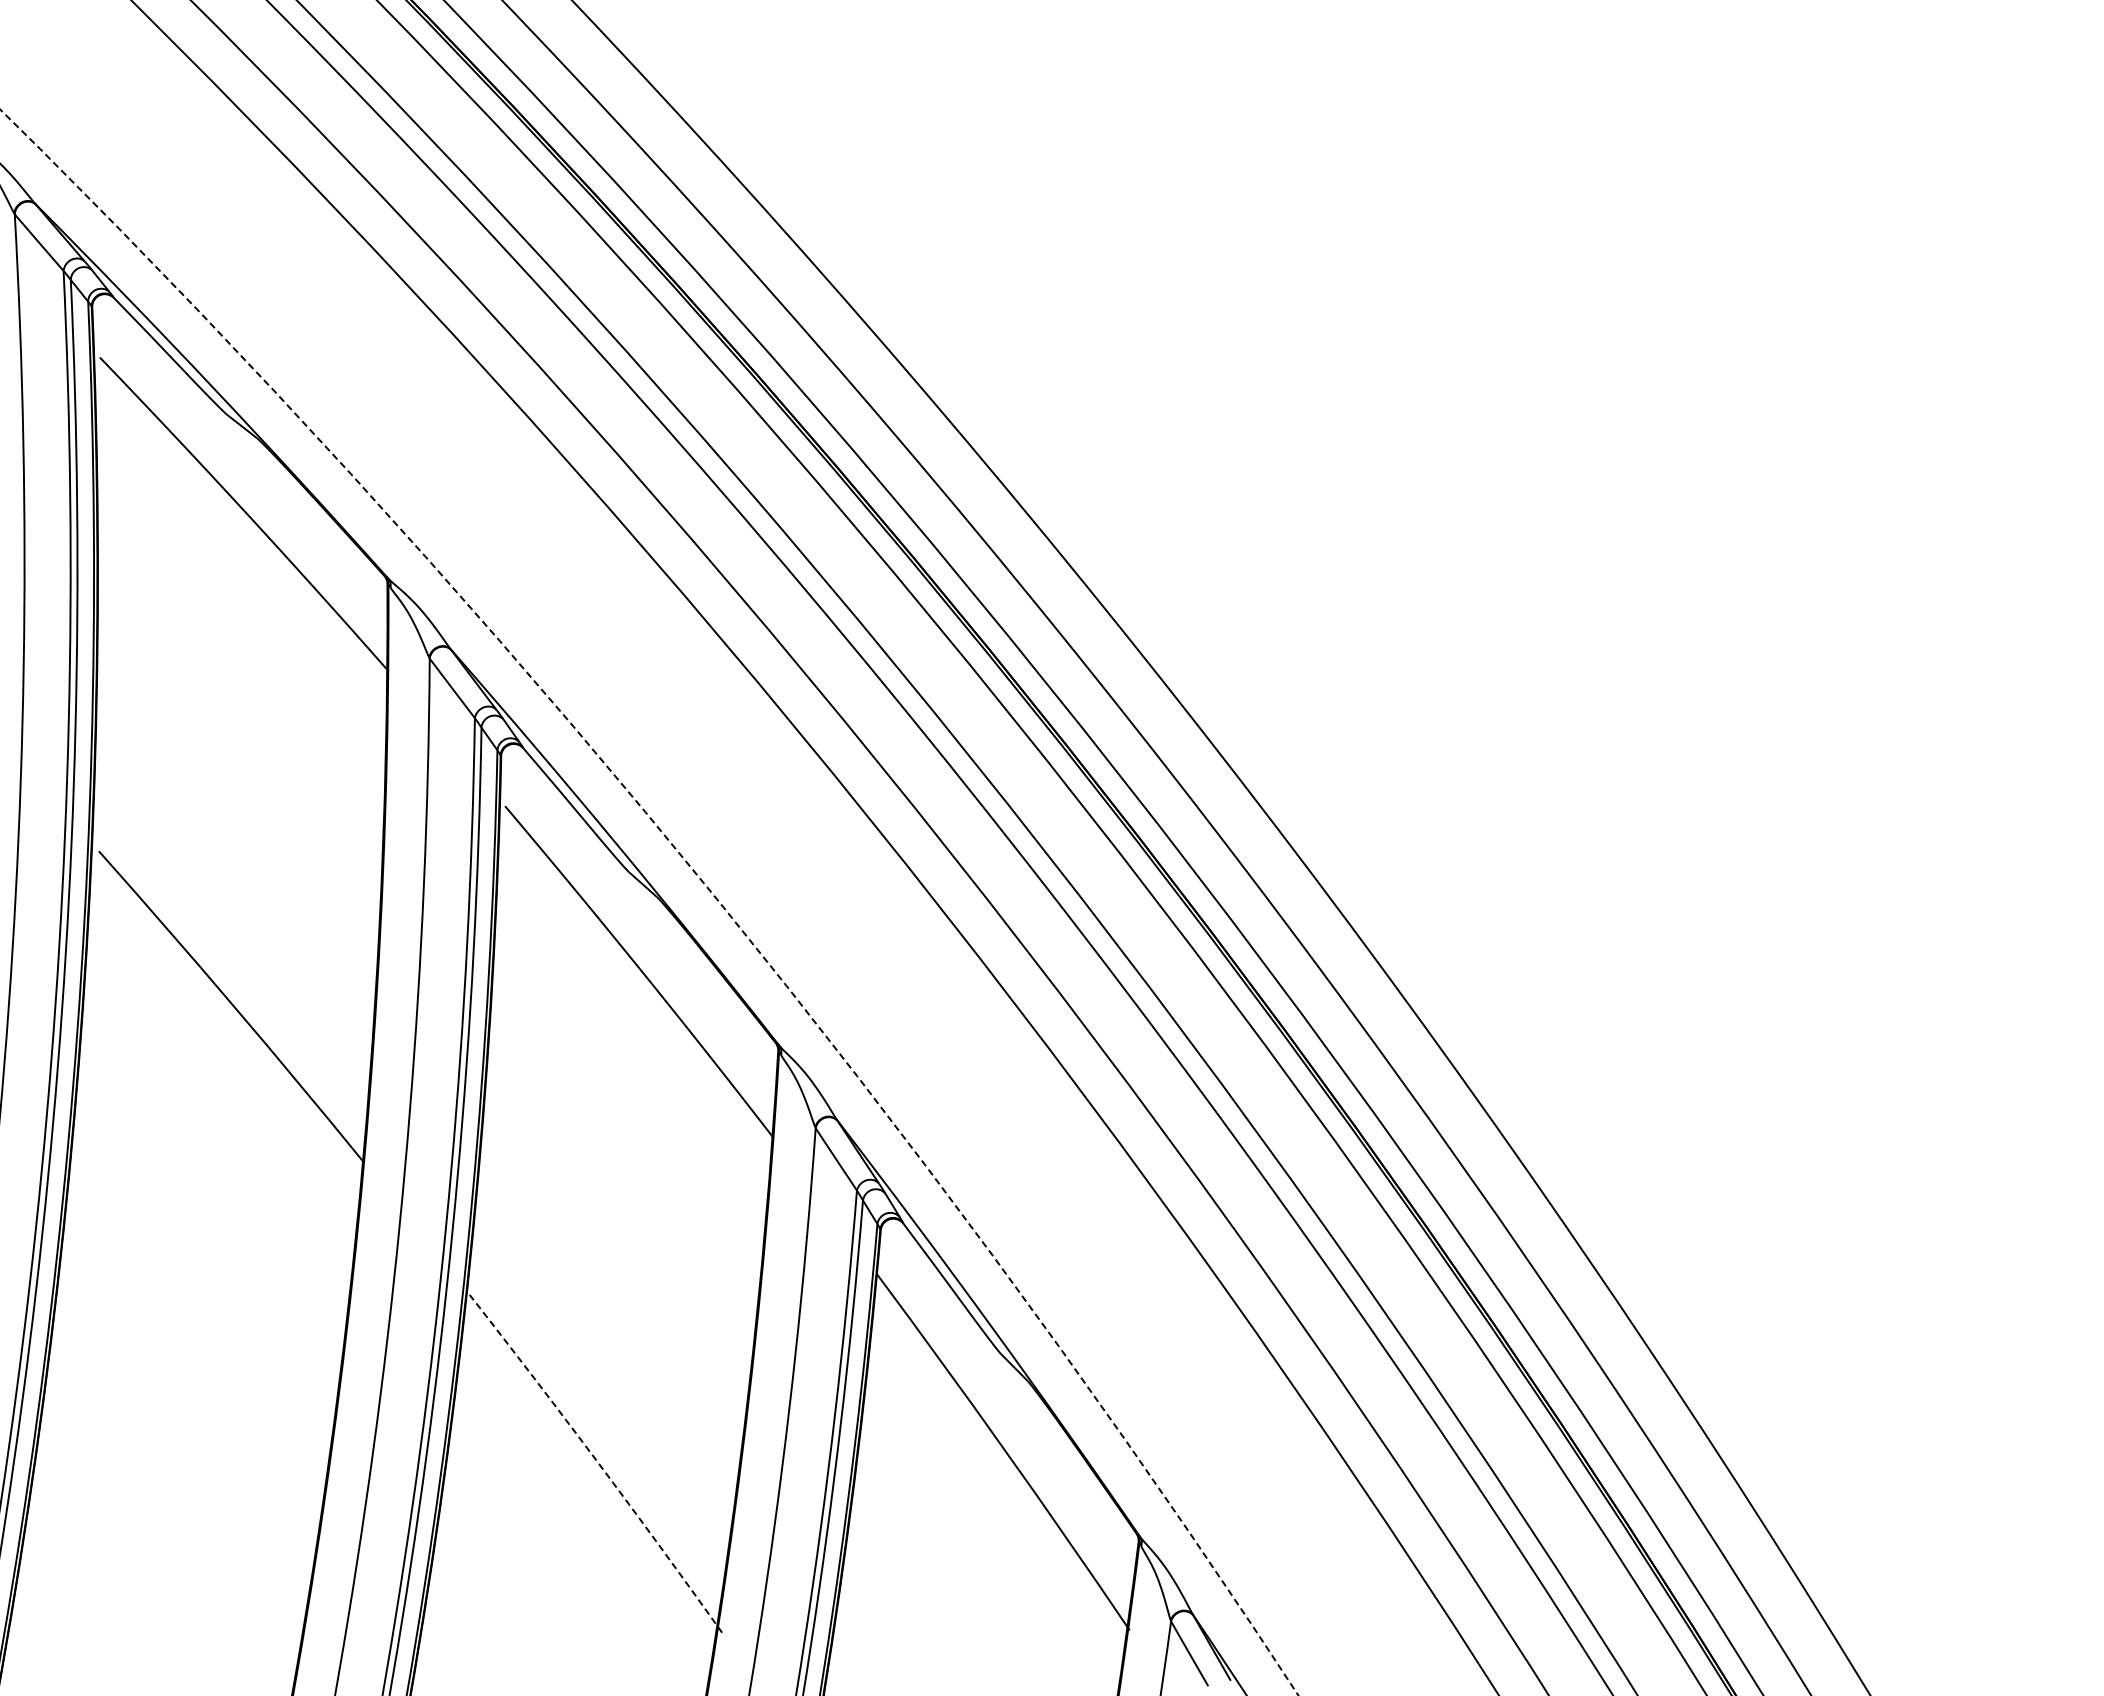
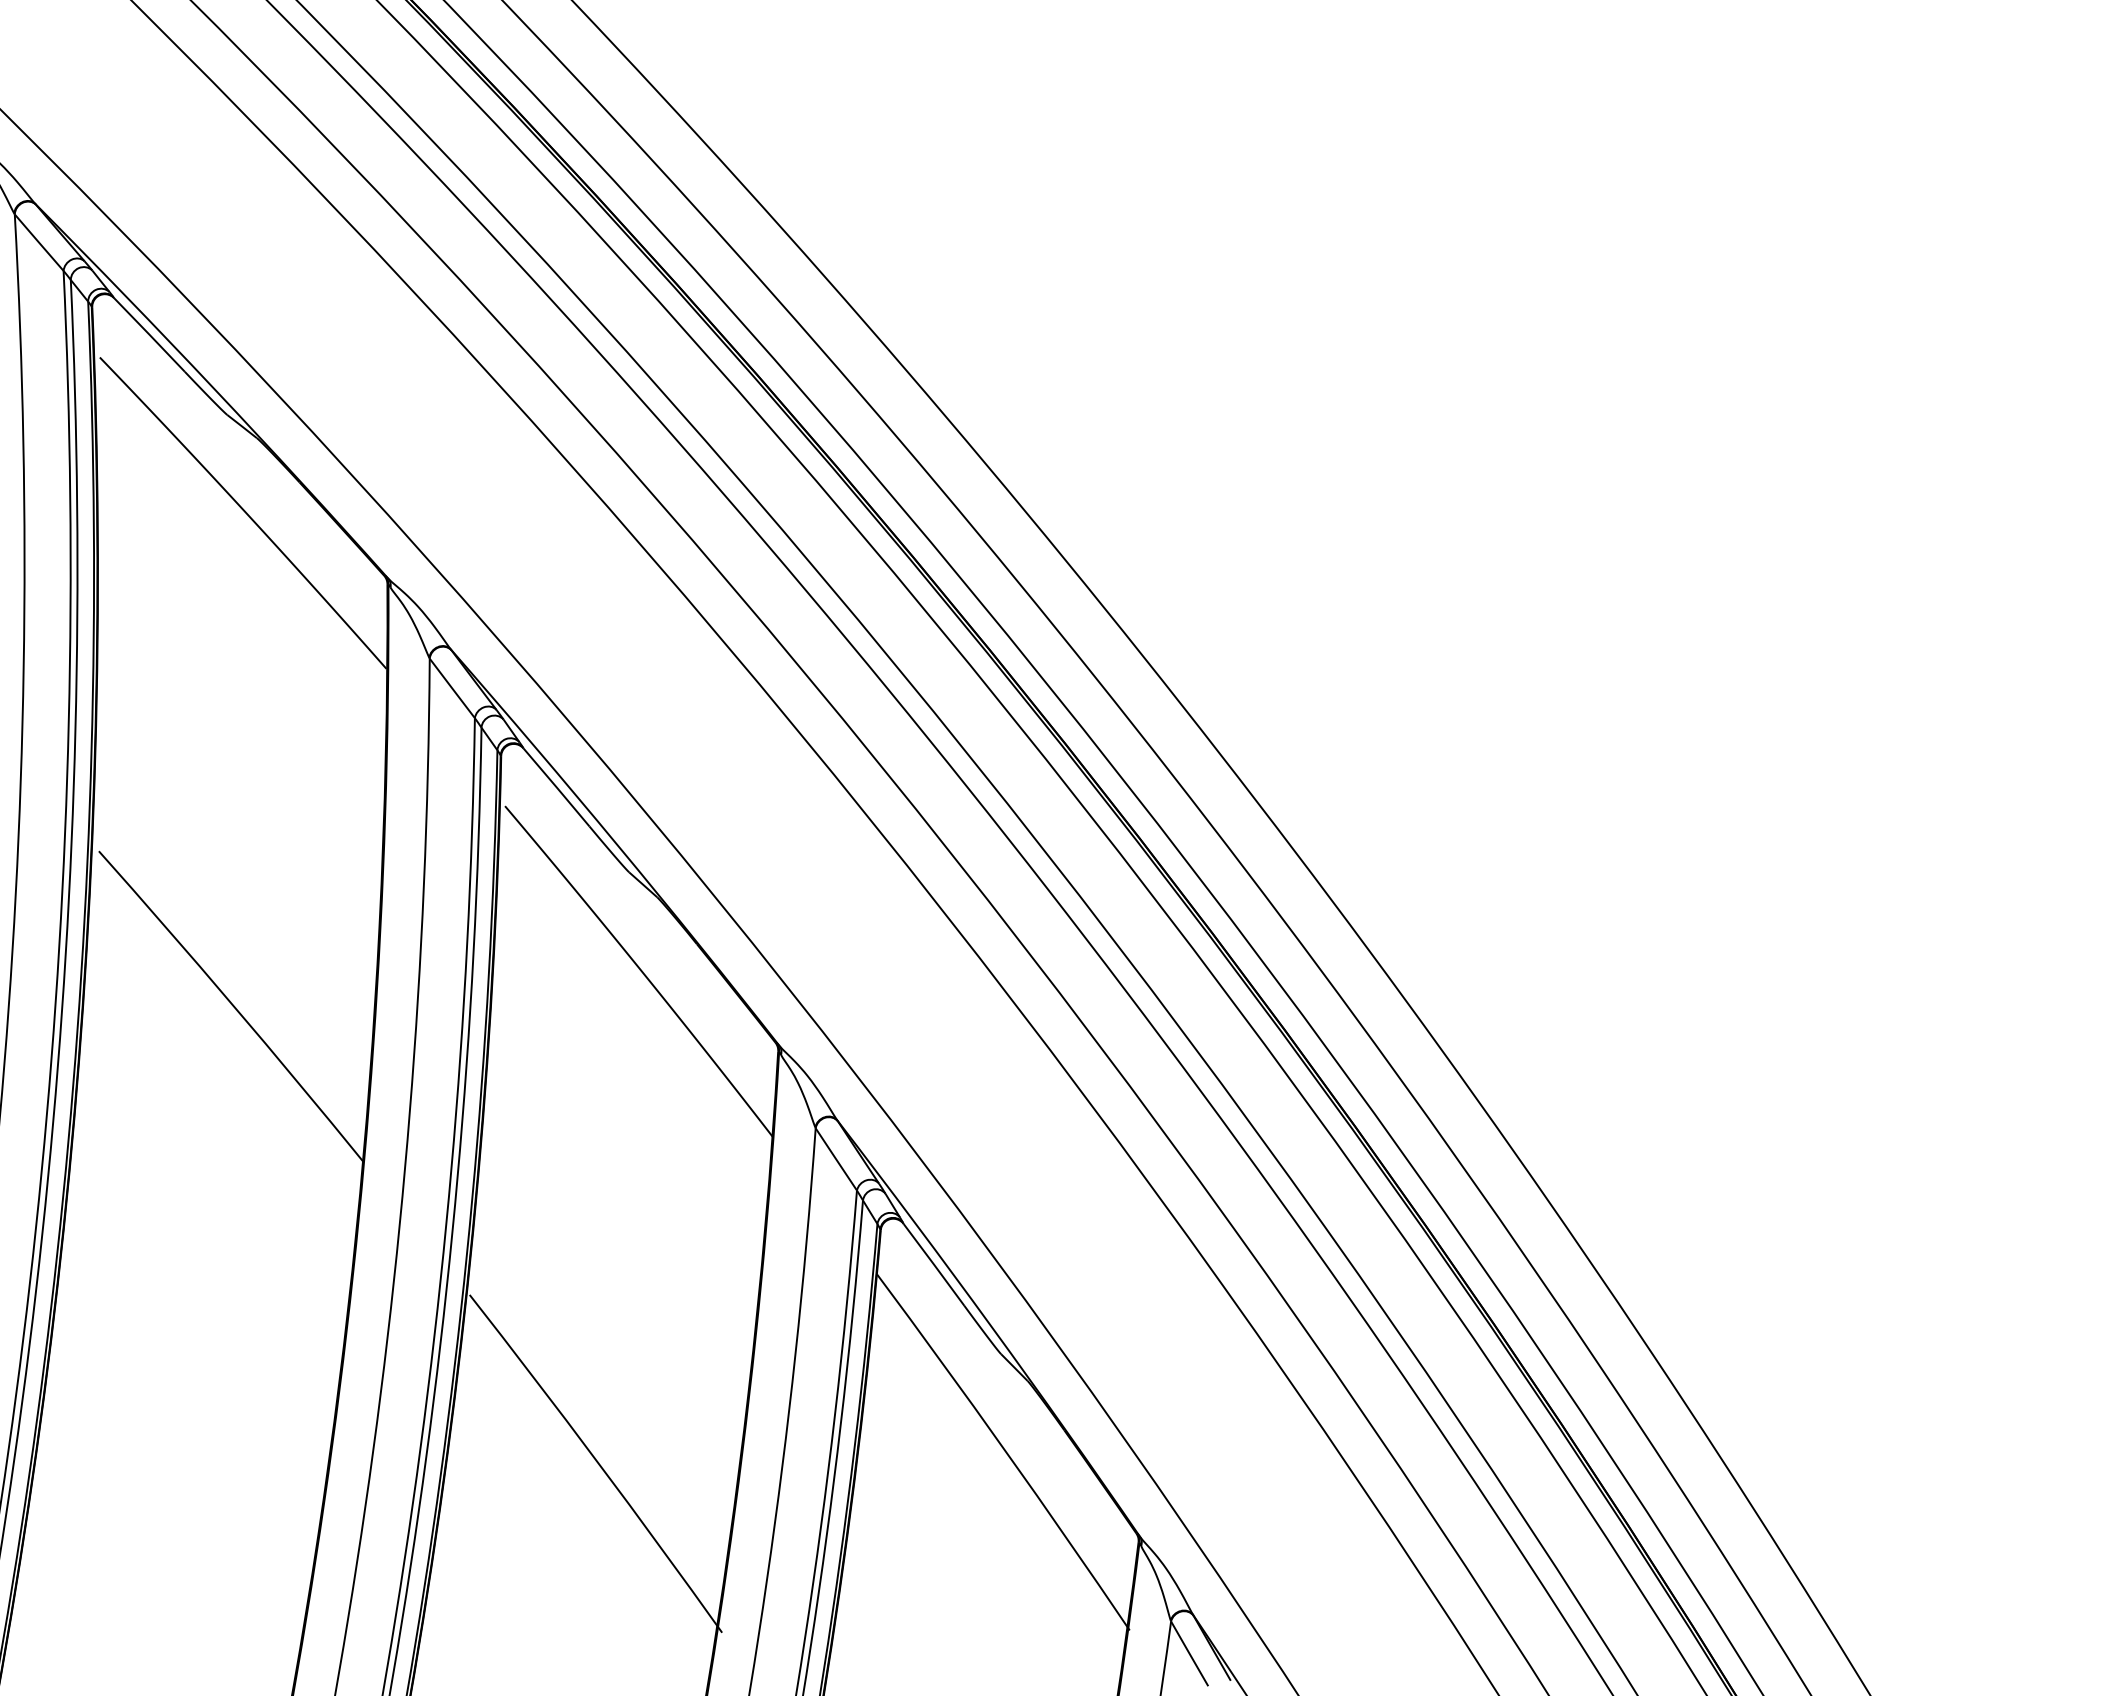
arc at (690, 867): dashed -> solid
arc at (597, 1462): dashed -> solid
